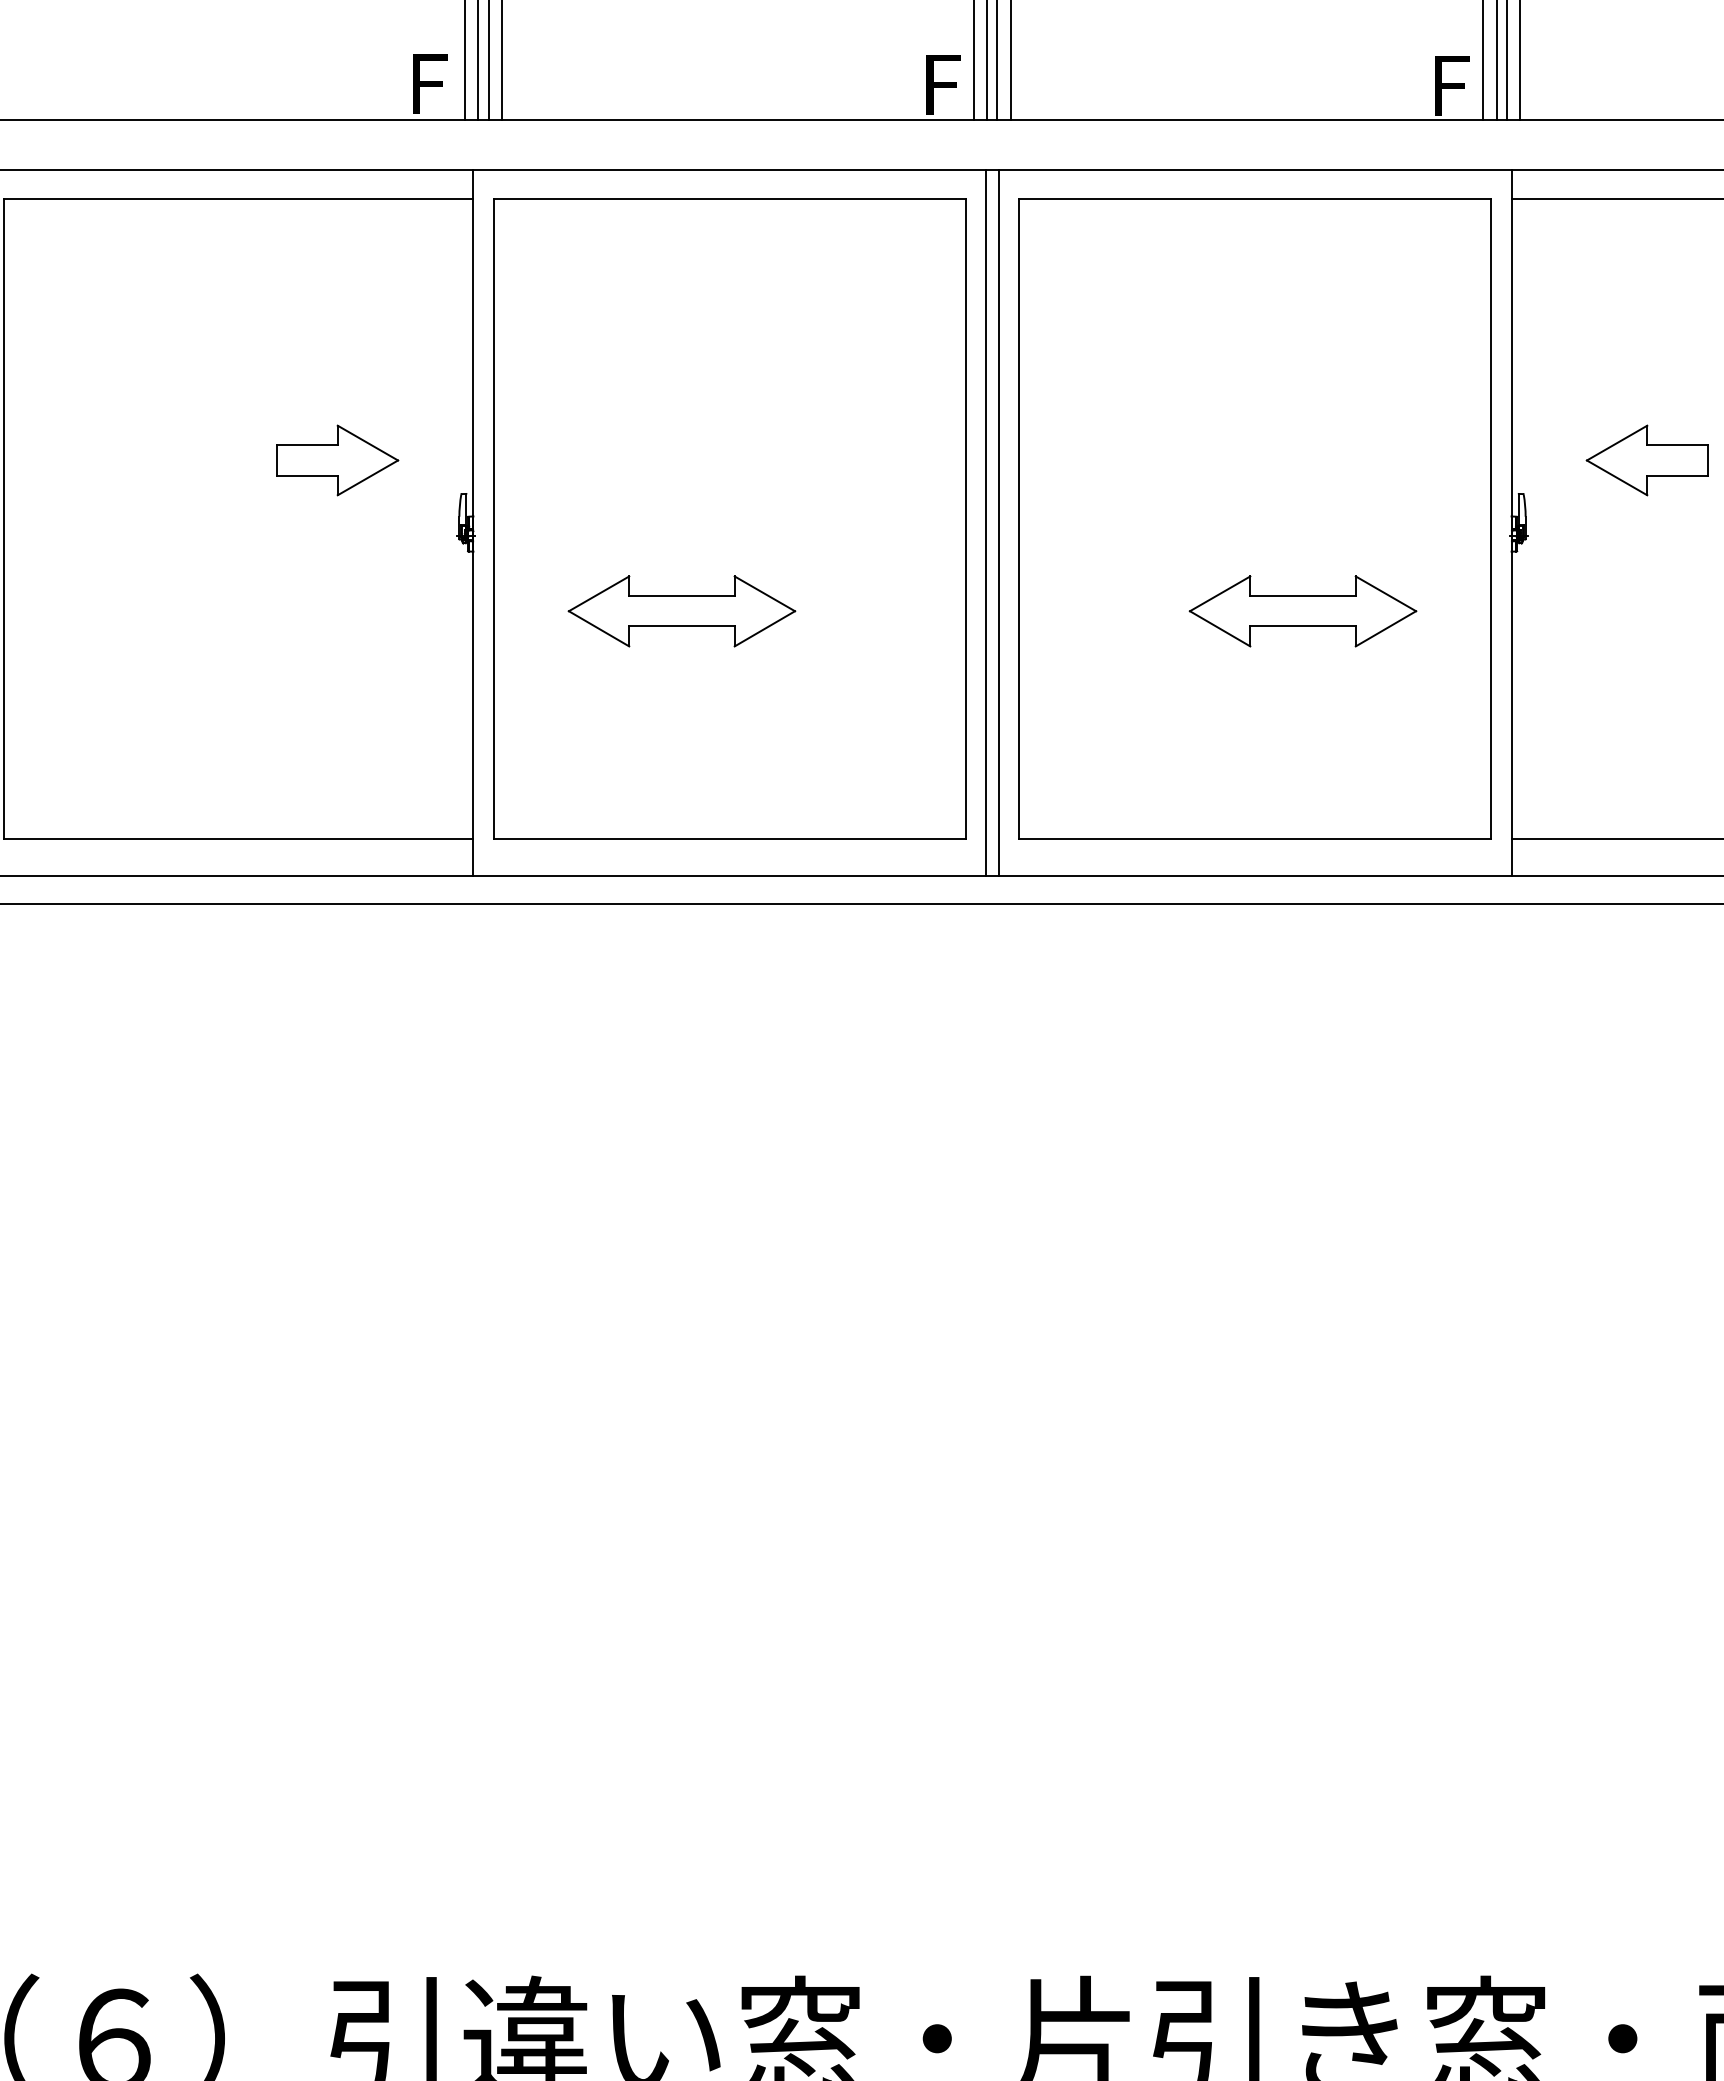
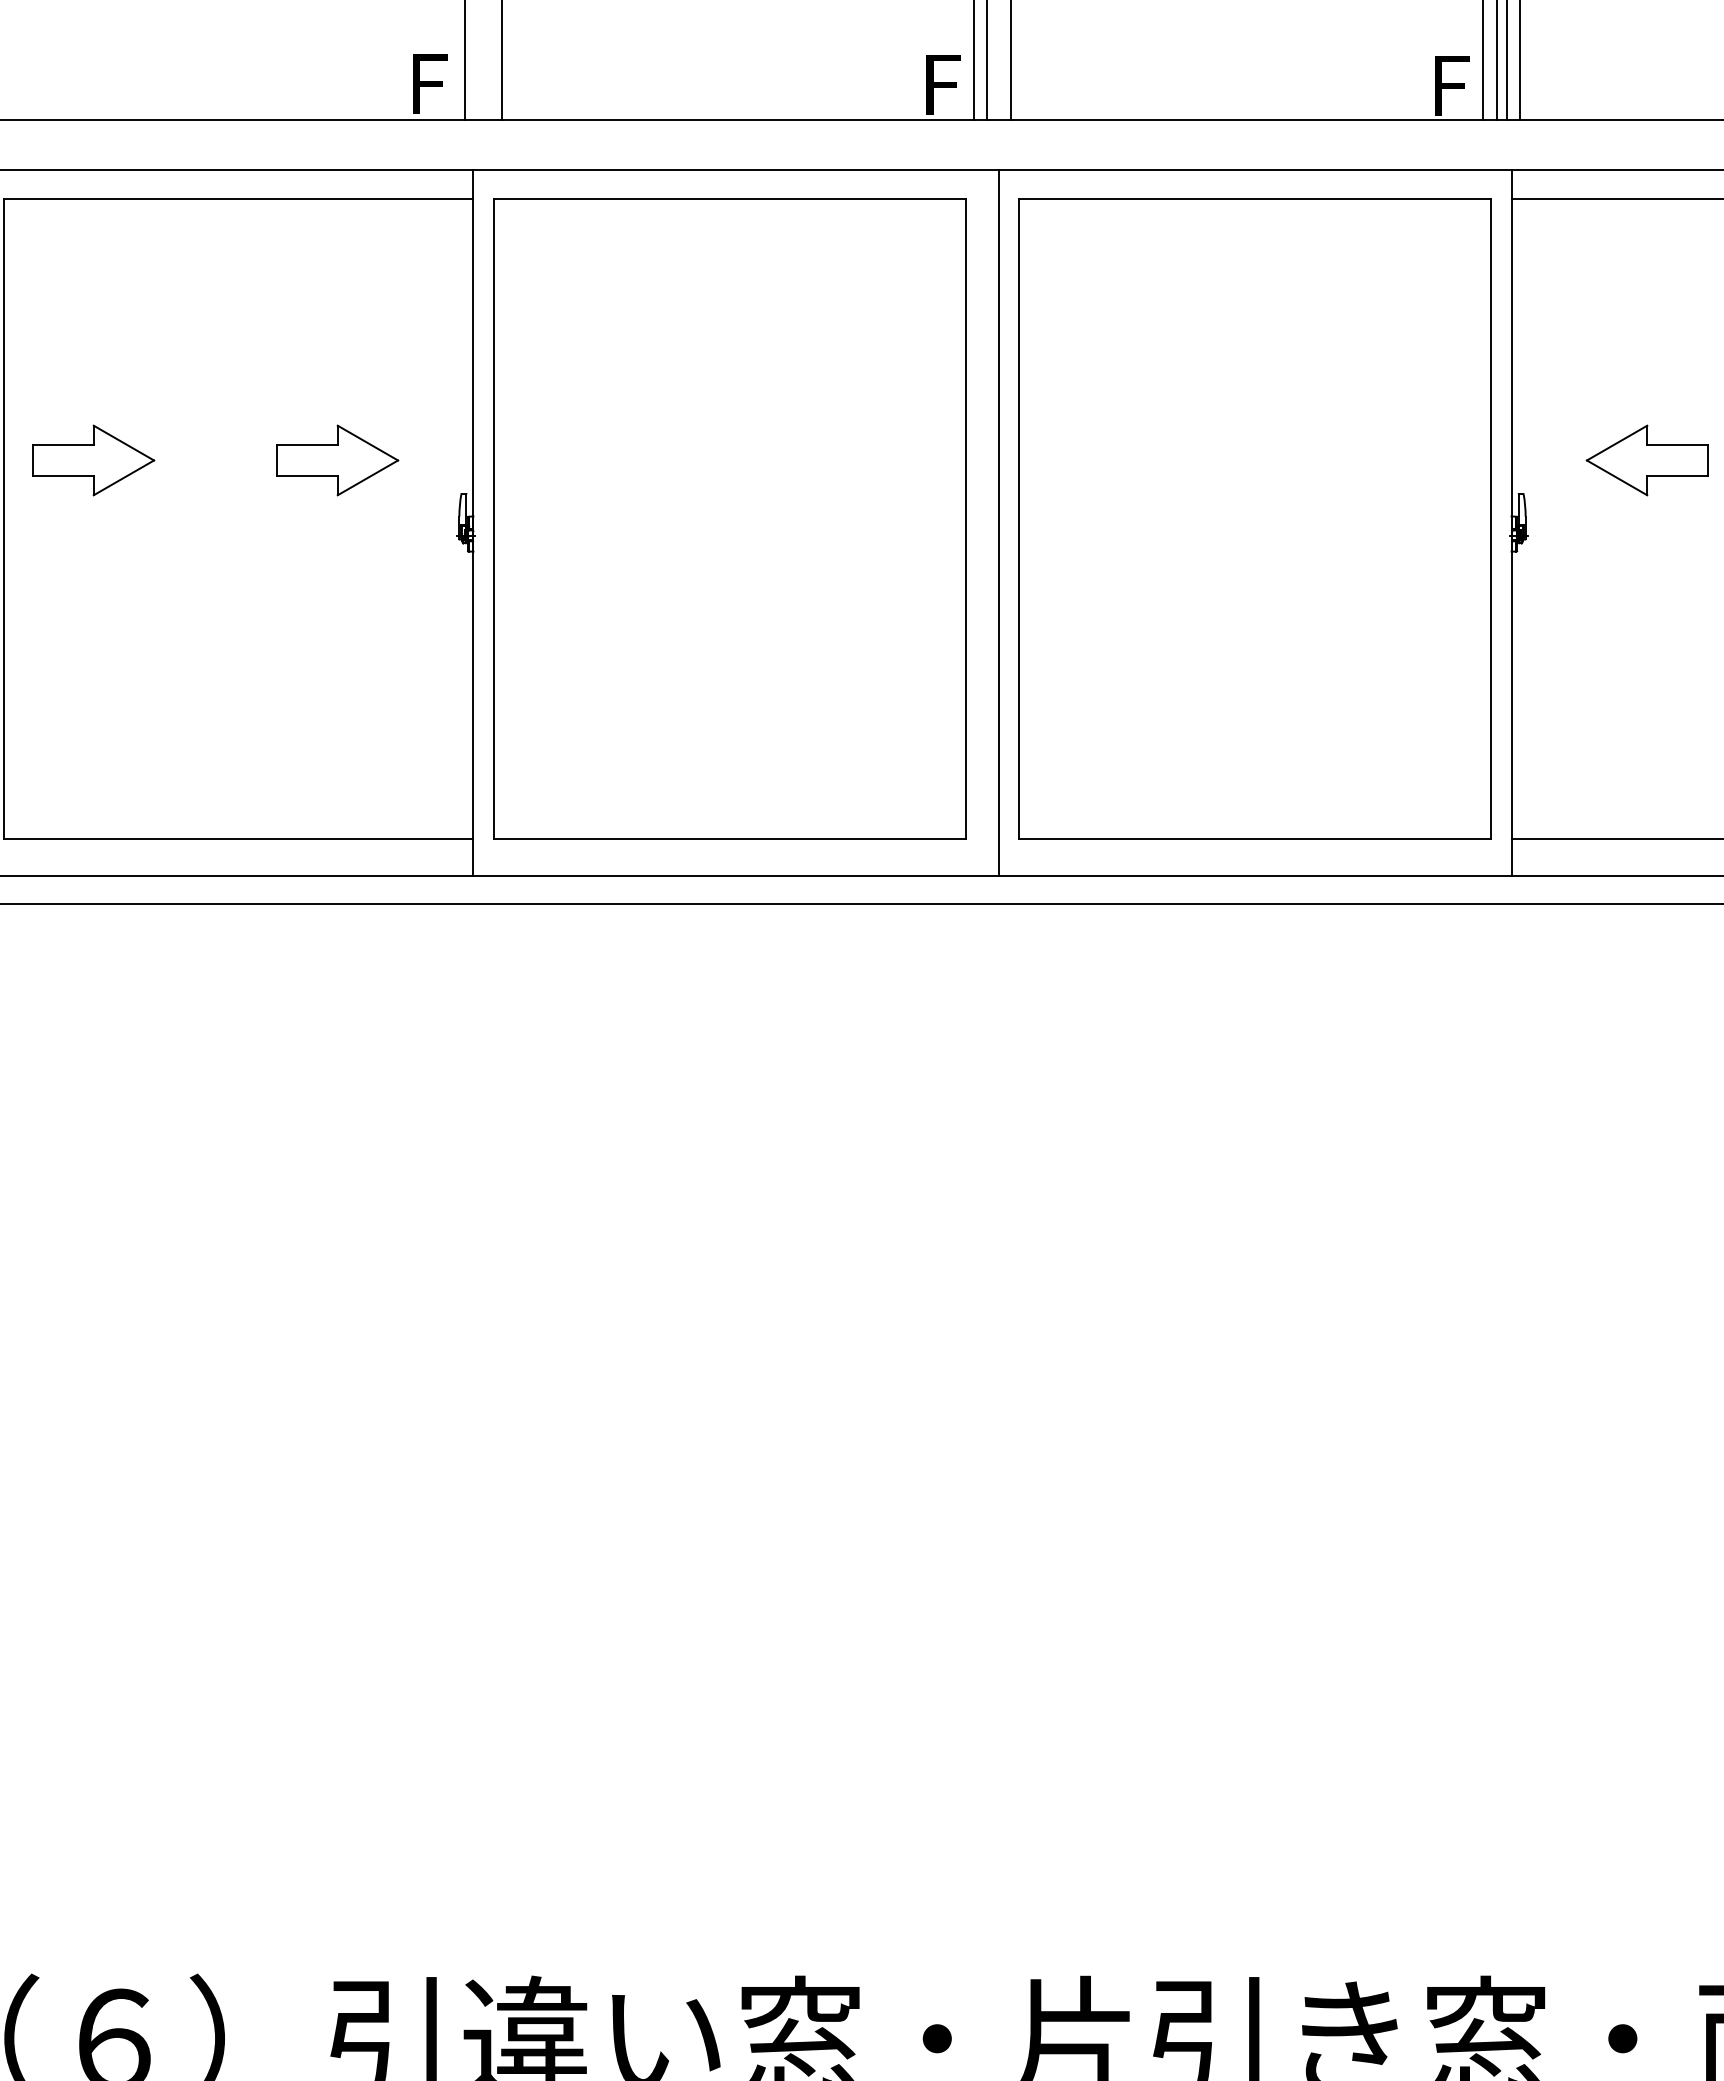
line at (478, 60): present -> none
line at (488, 60): present -> none
line at (997, 60): present -> none
part at (93, 460): none -> present
line at (985, 523): present -> none
part at (681, 611): present -> none
part at (1302, 611): present -> none
